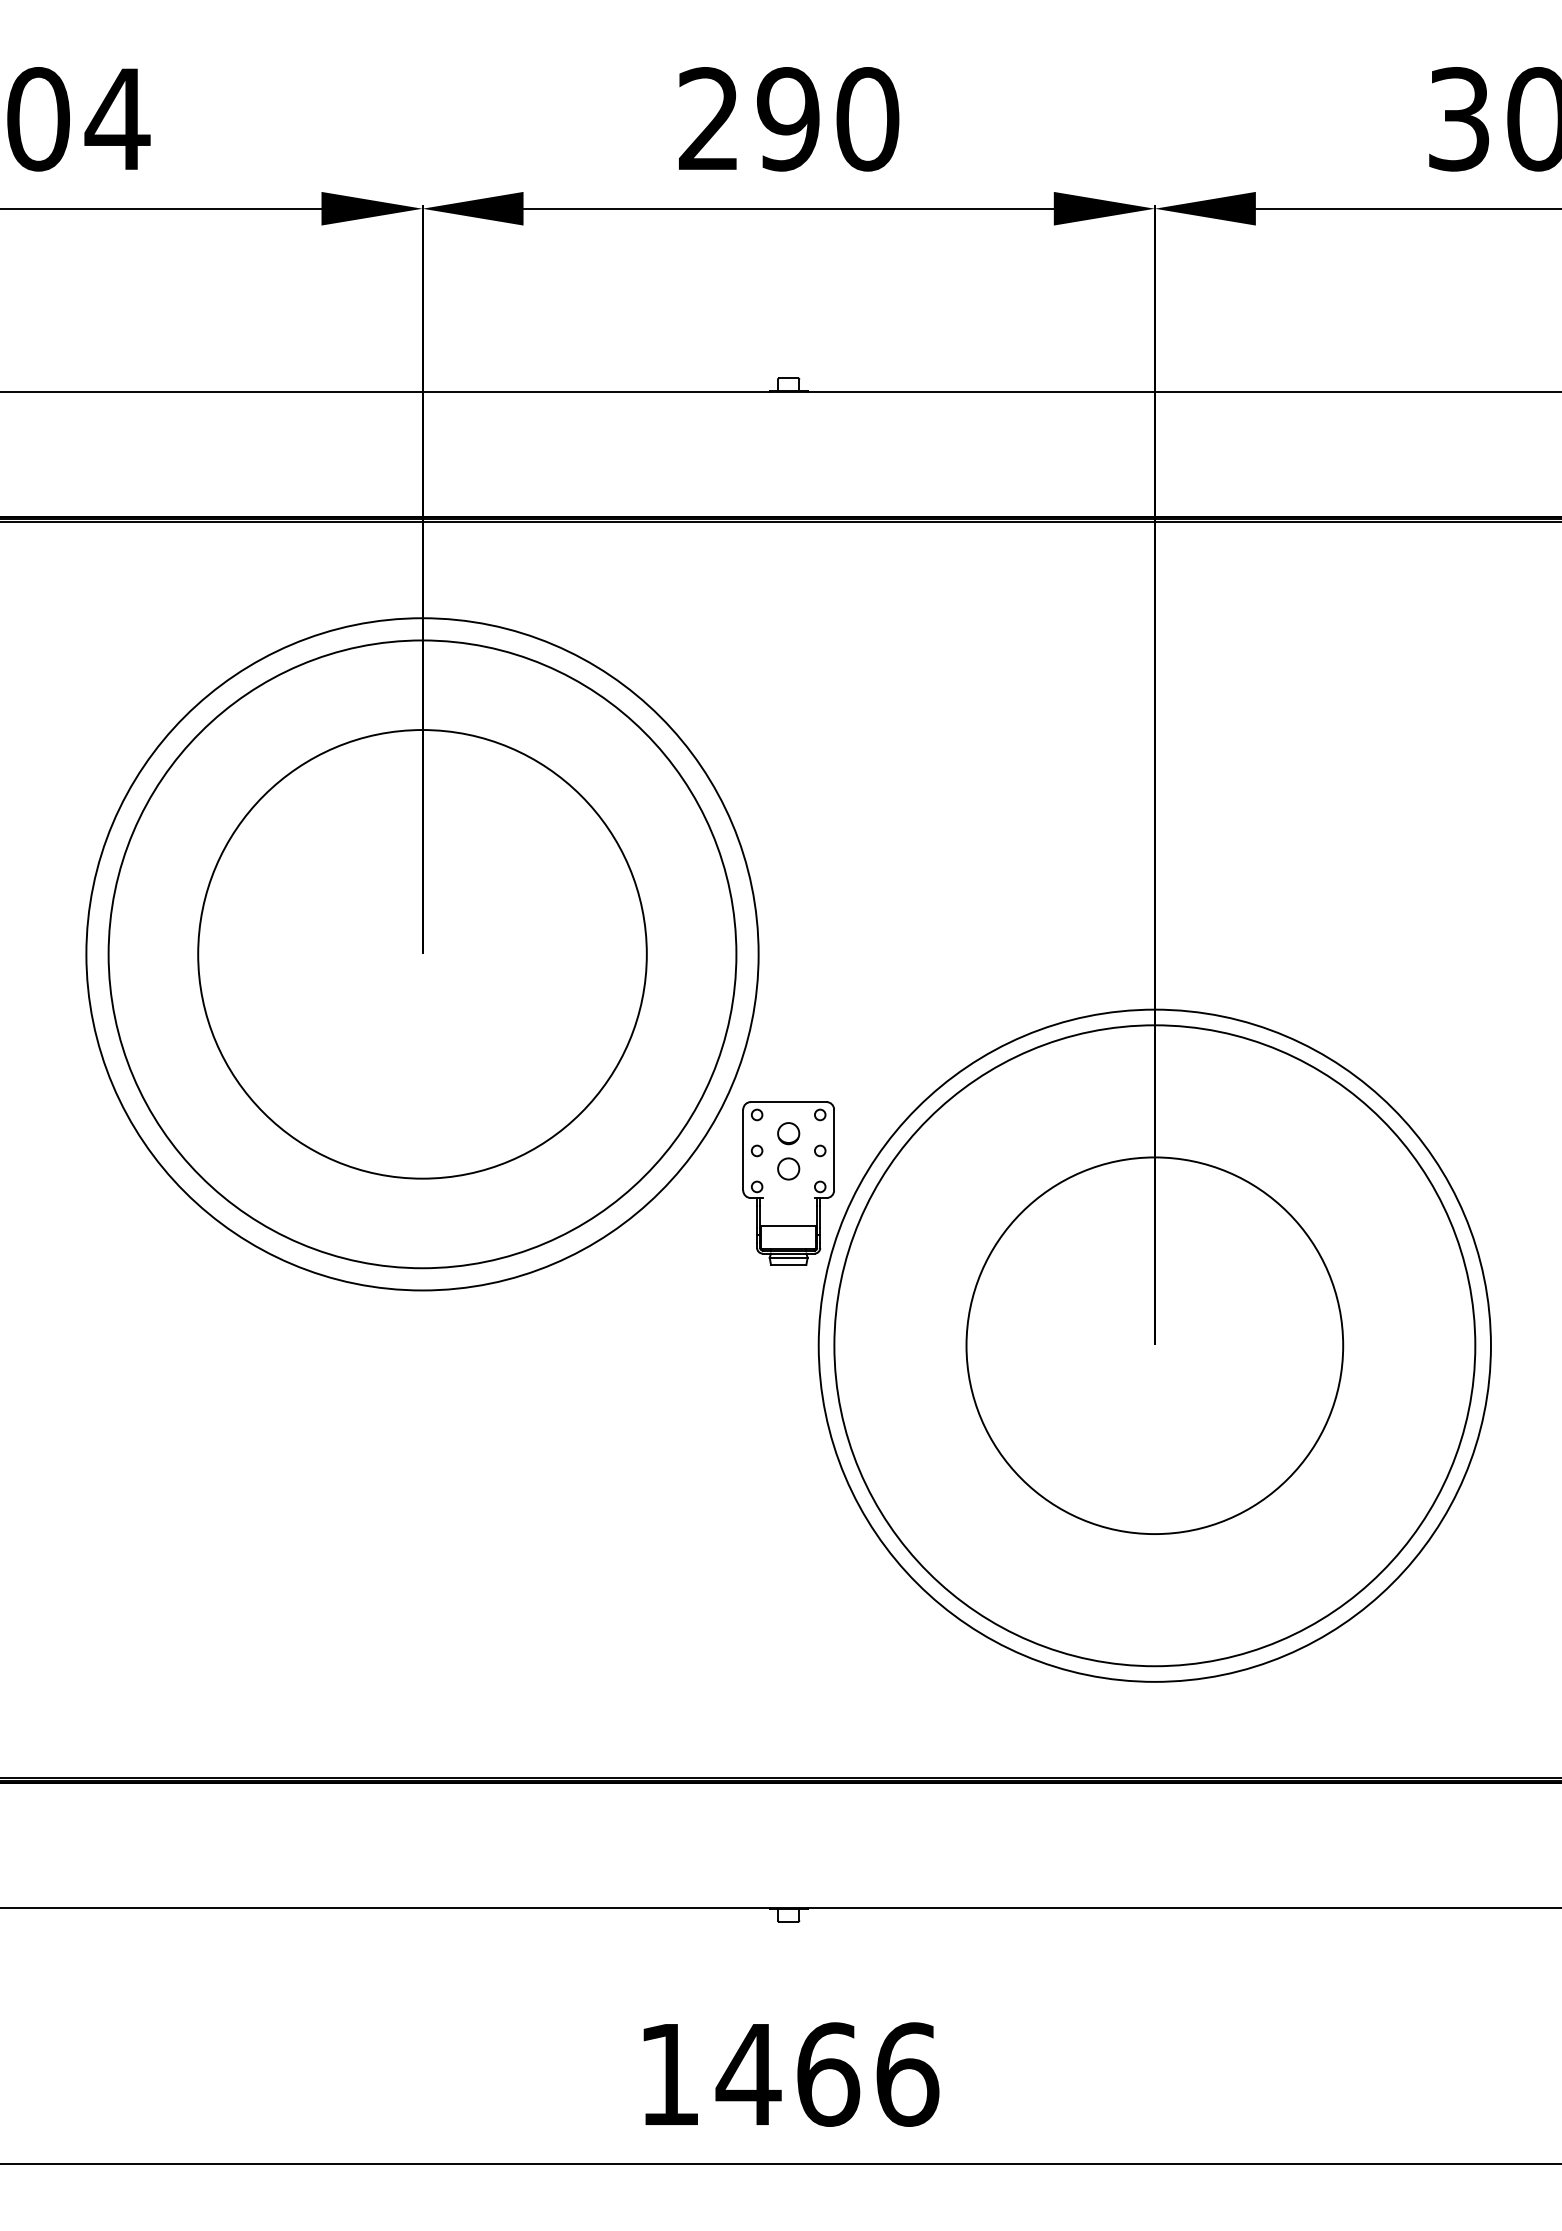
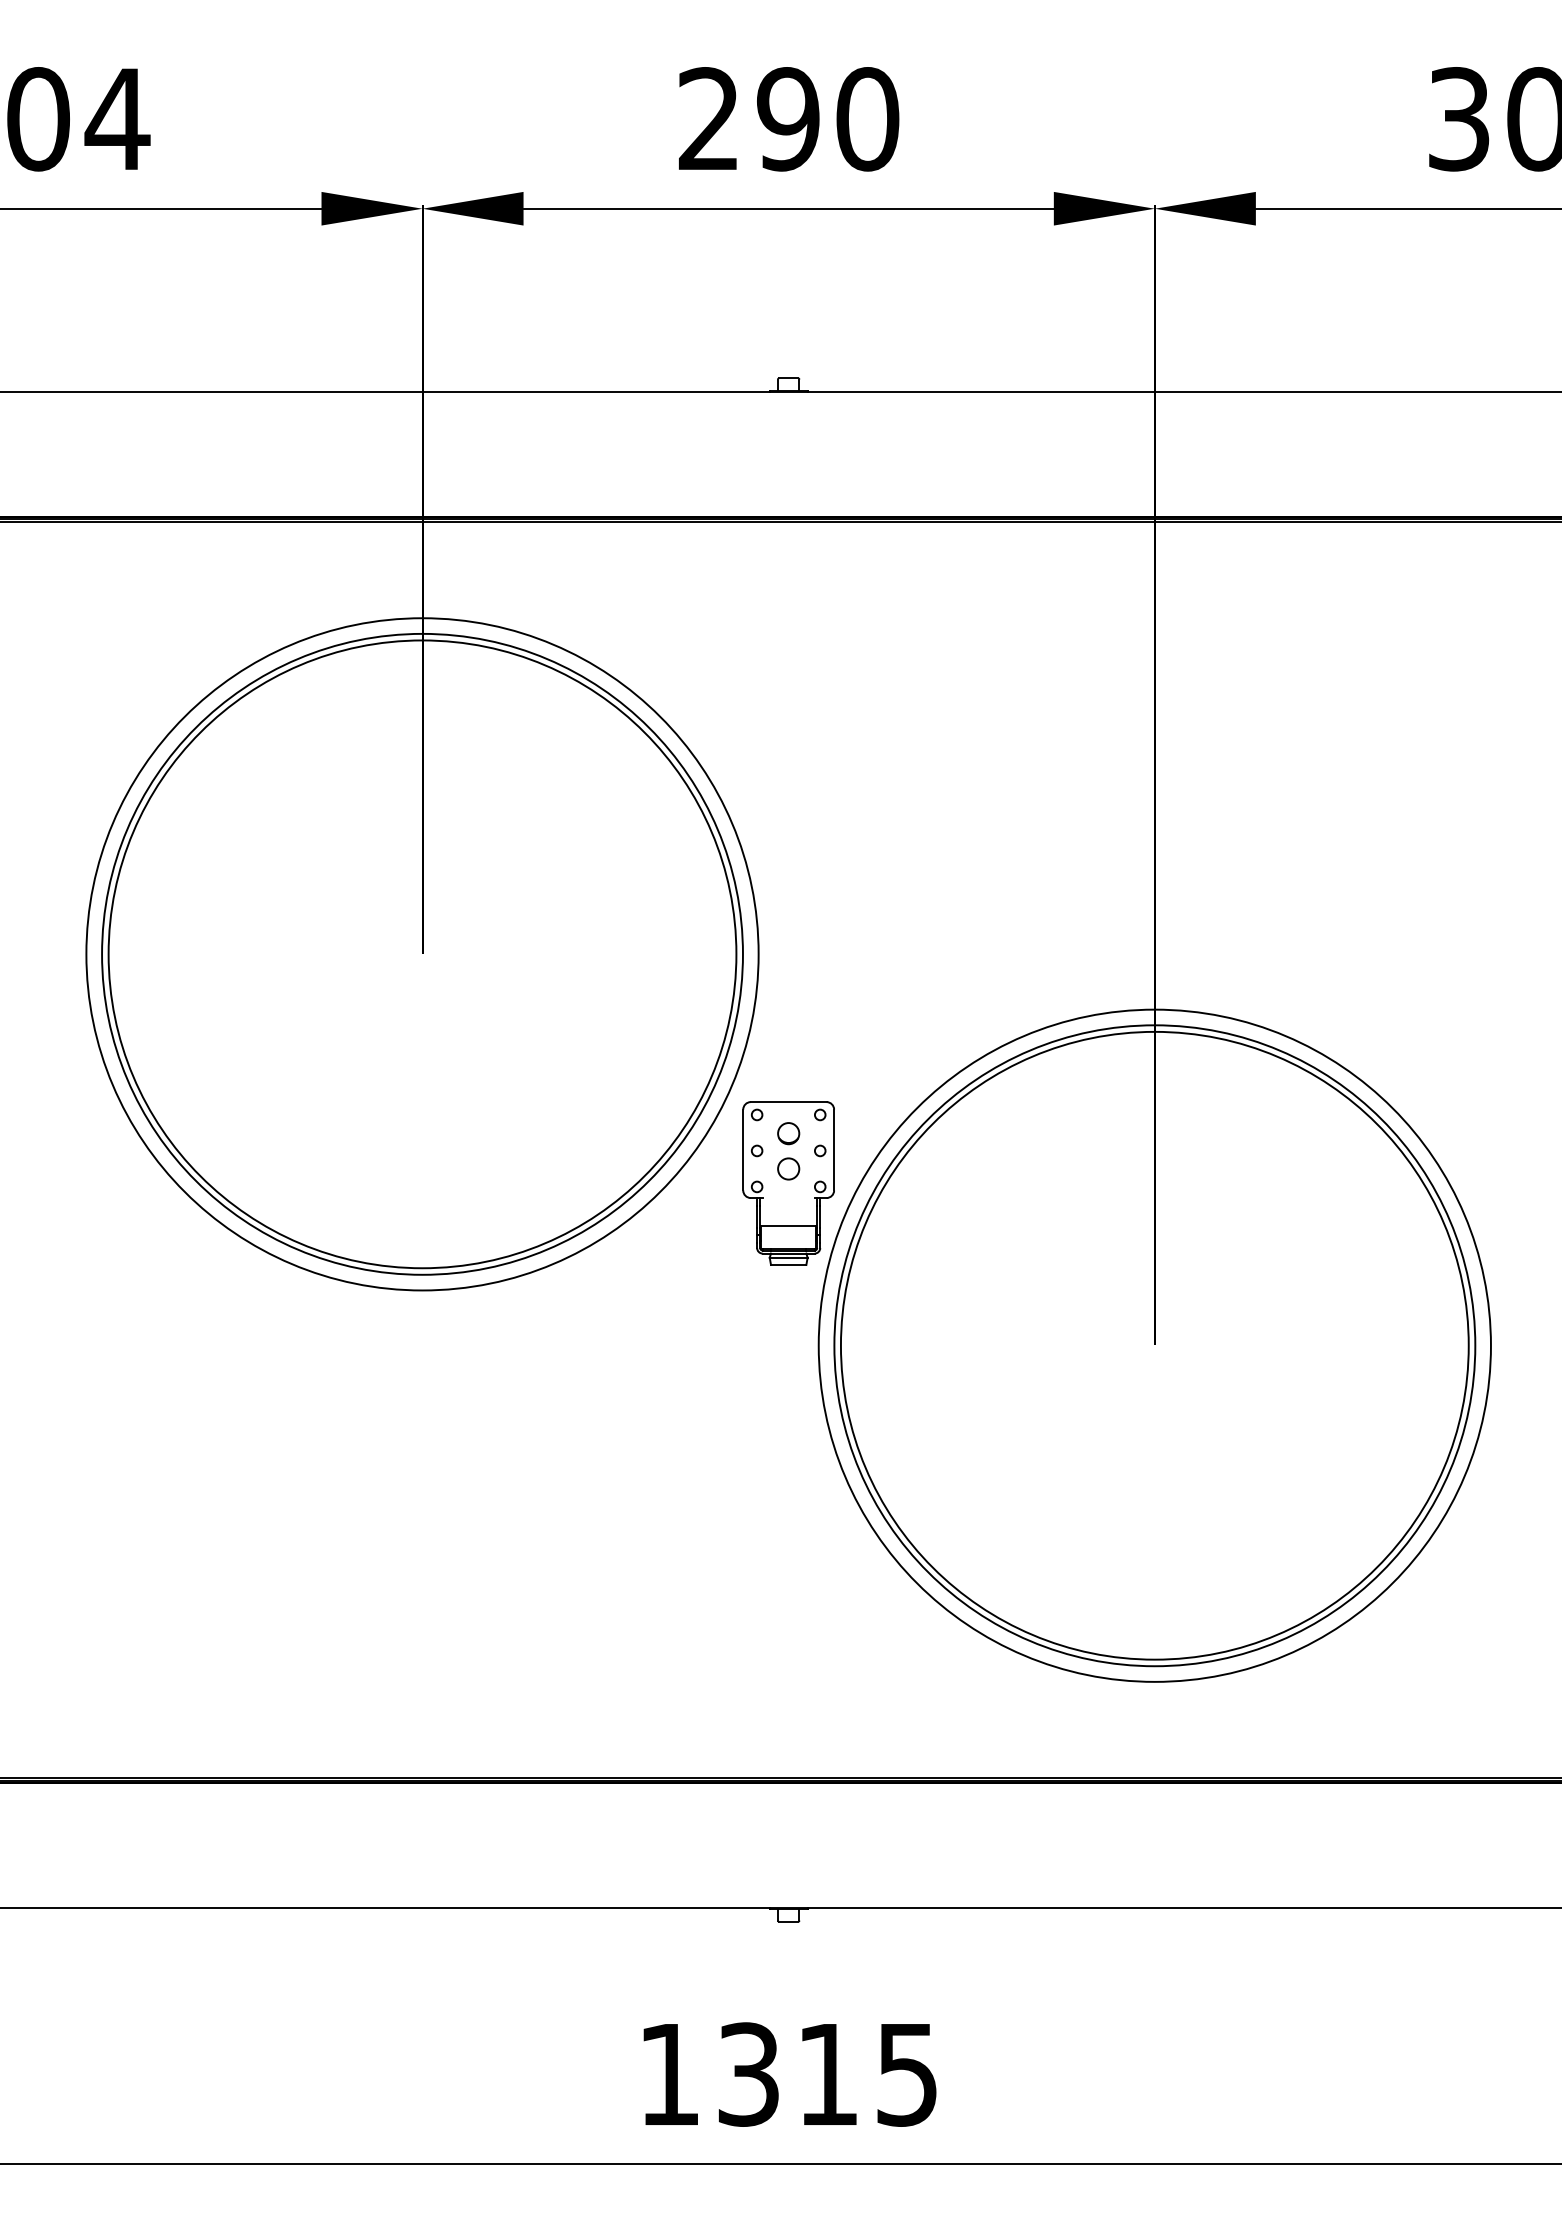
circle at (422, 954) diameter: 449 px -> 641 px
circle at (1154, 1345) diameter: 377 px -> 628 px
text at (827, 2074): 1466 -> 1315
